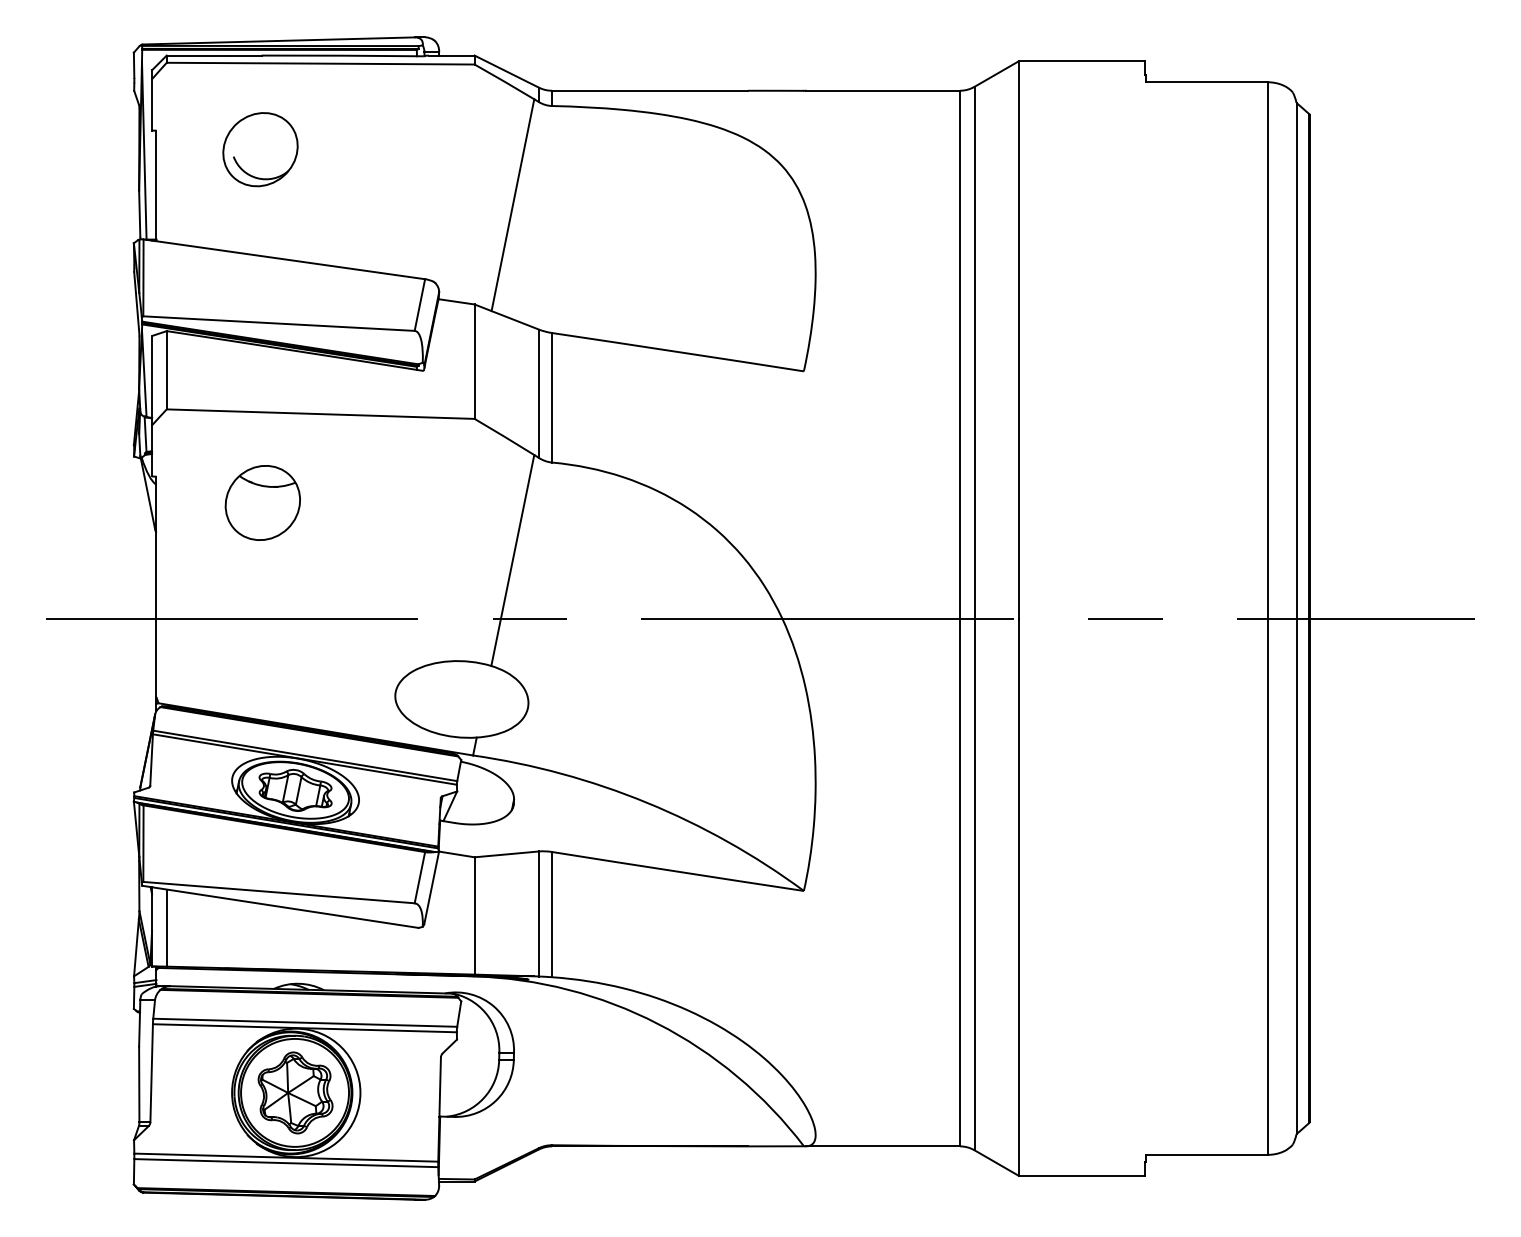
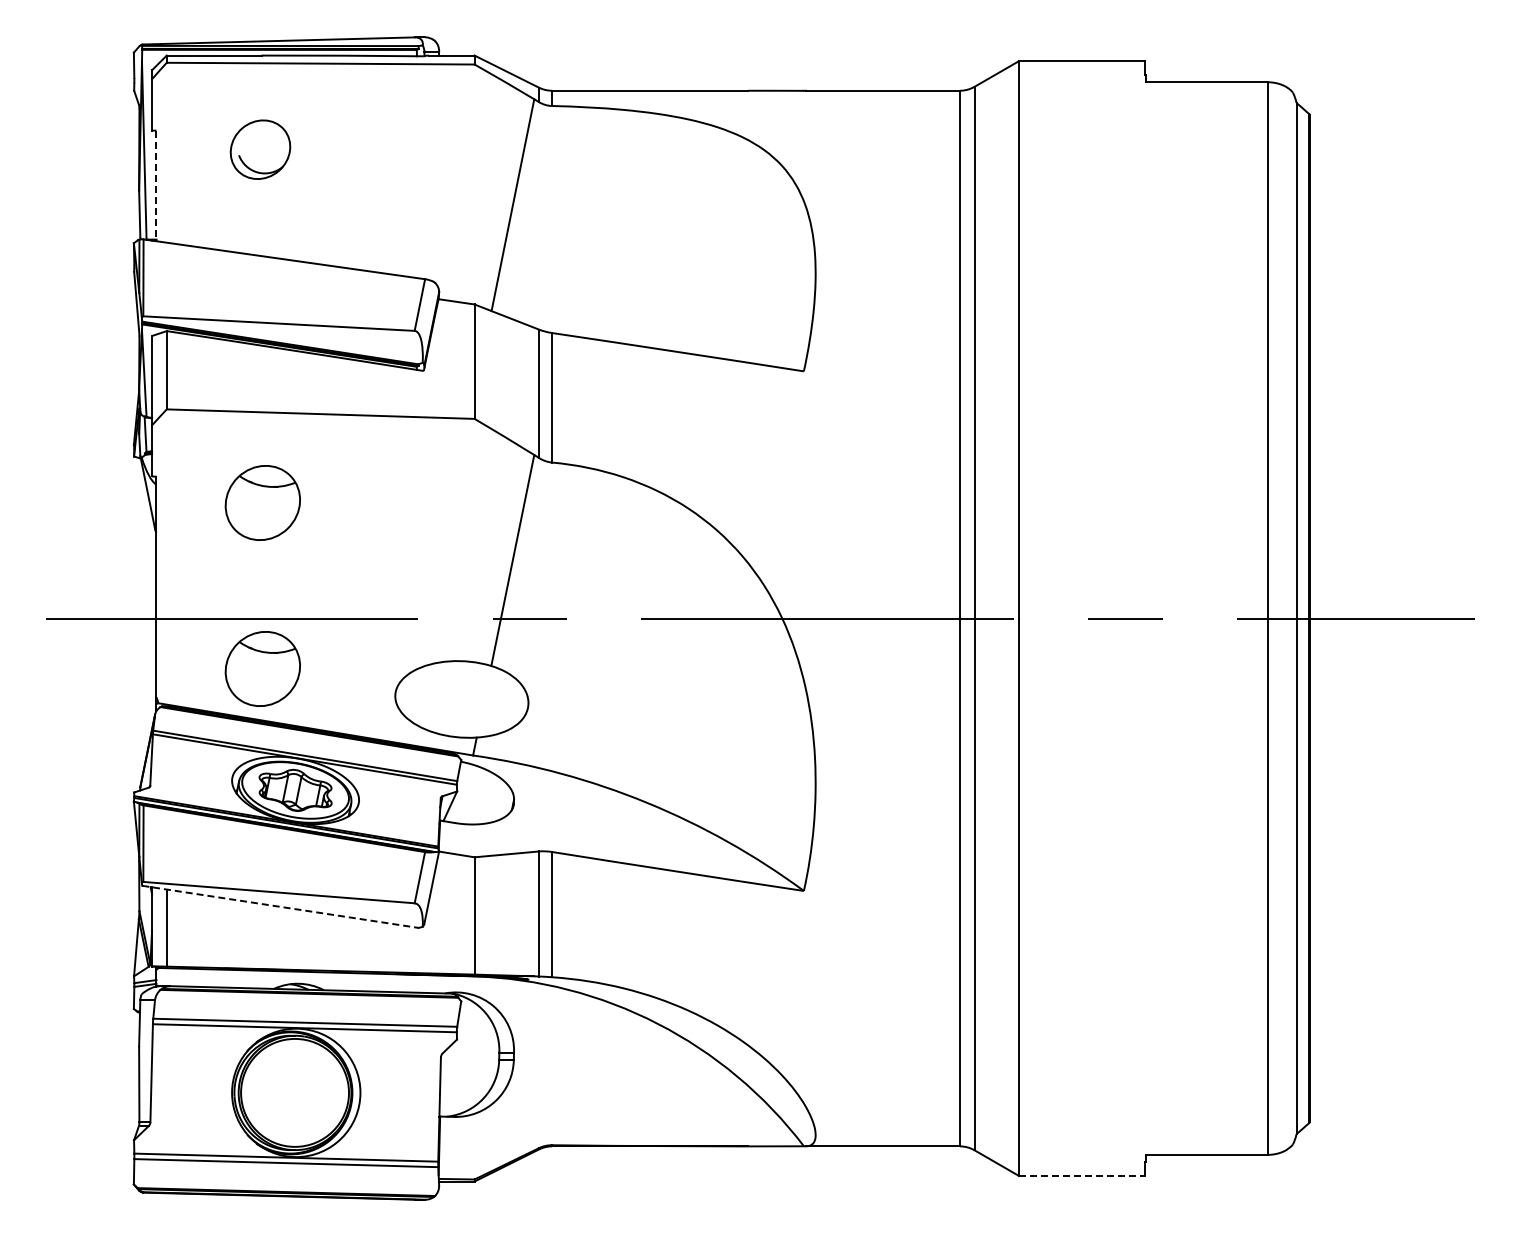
part at (260, 149) size: 77x76 px -> 63x61 px
line at (156, 186): solid -> dashed
part at (262, 668): none -> present
line at (280, 906): solid -> dashed
part at (295, 1092): present -> none
line at (1082, 1175): solid -> dashed
